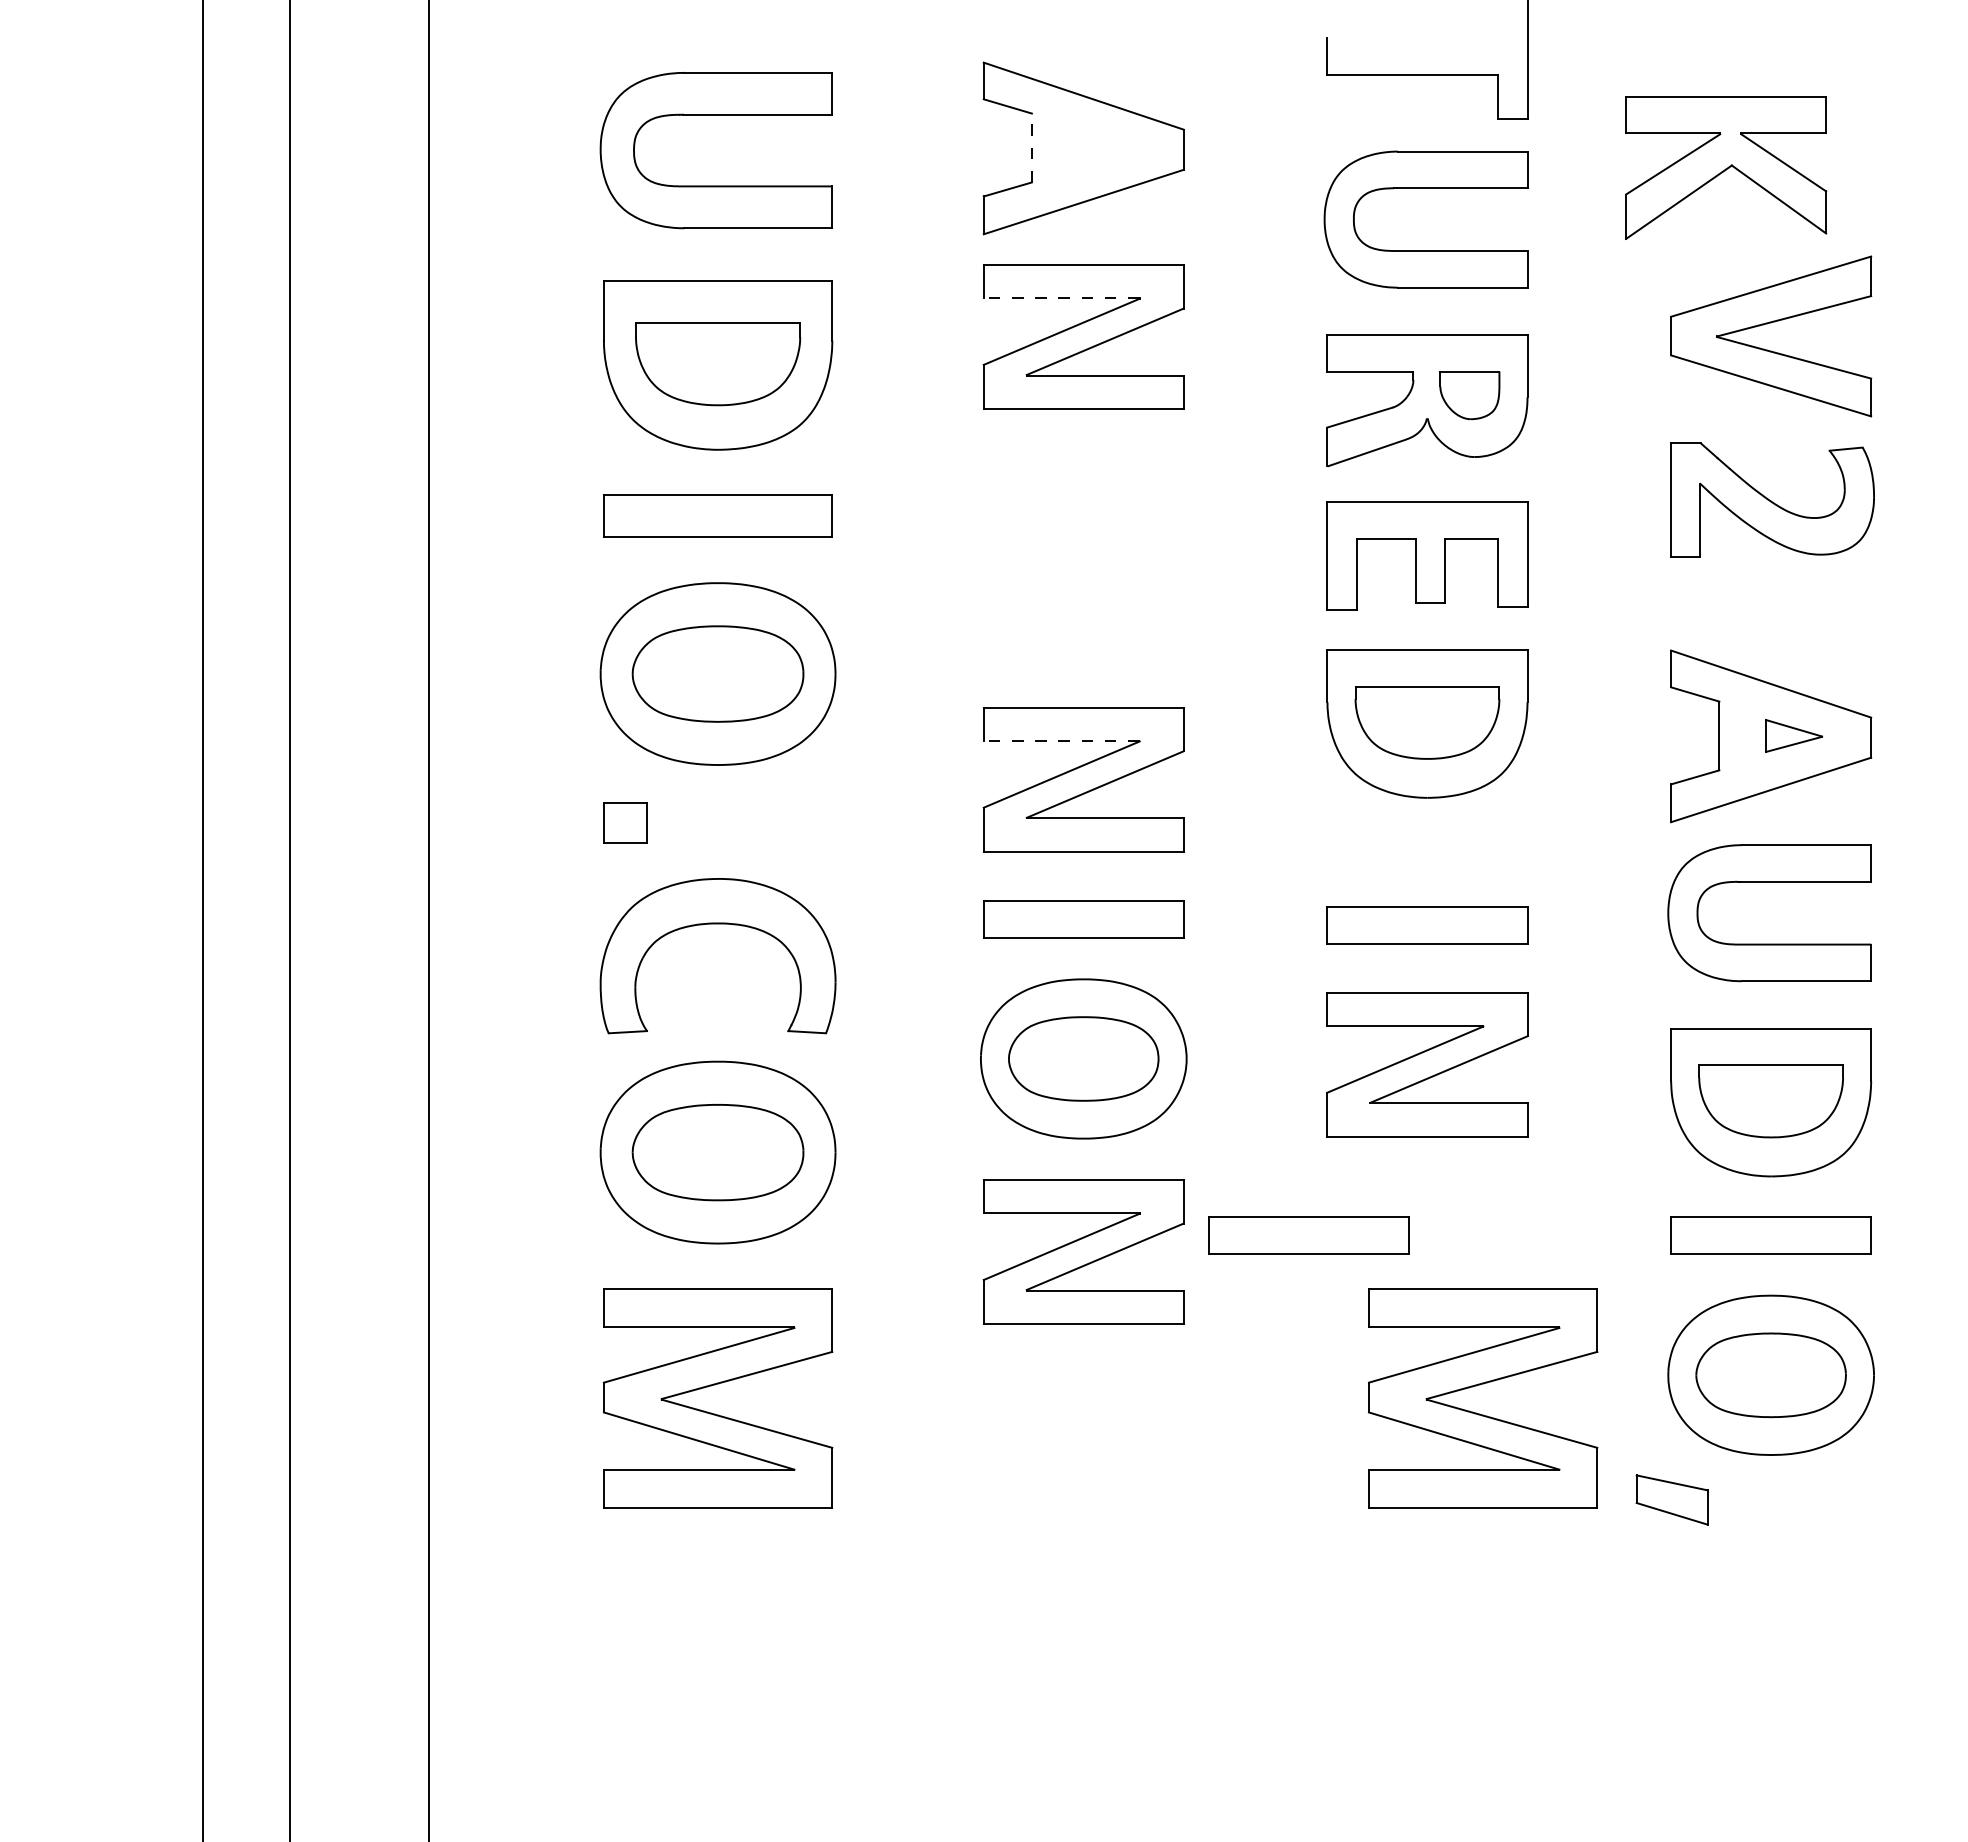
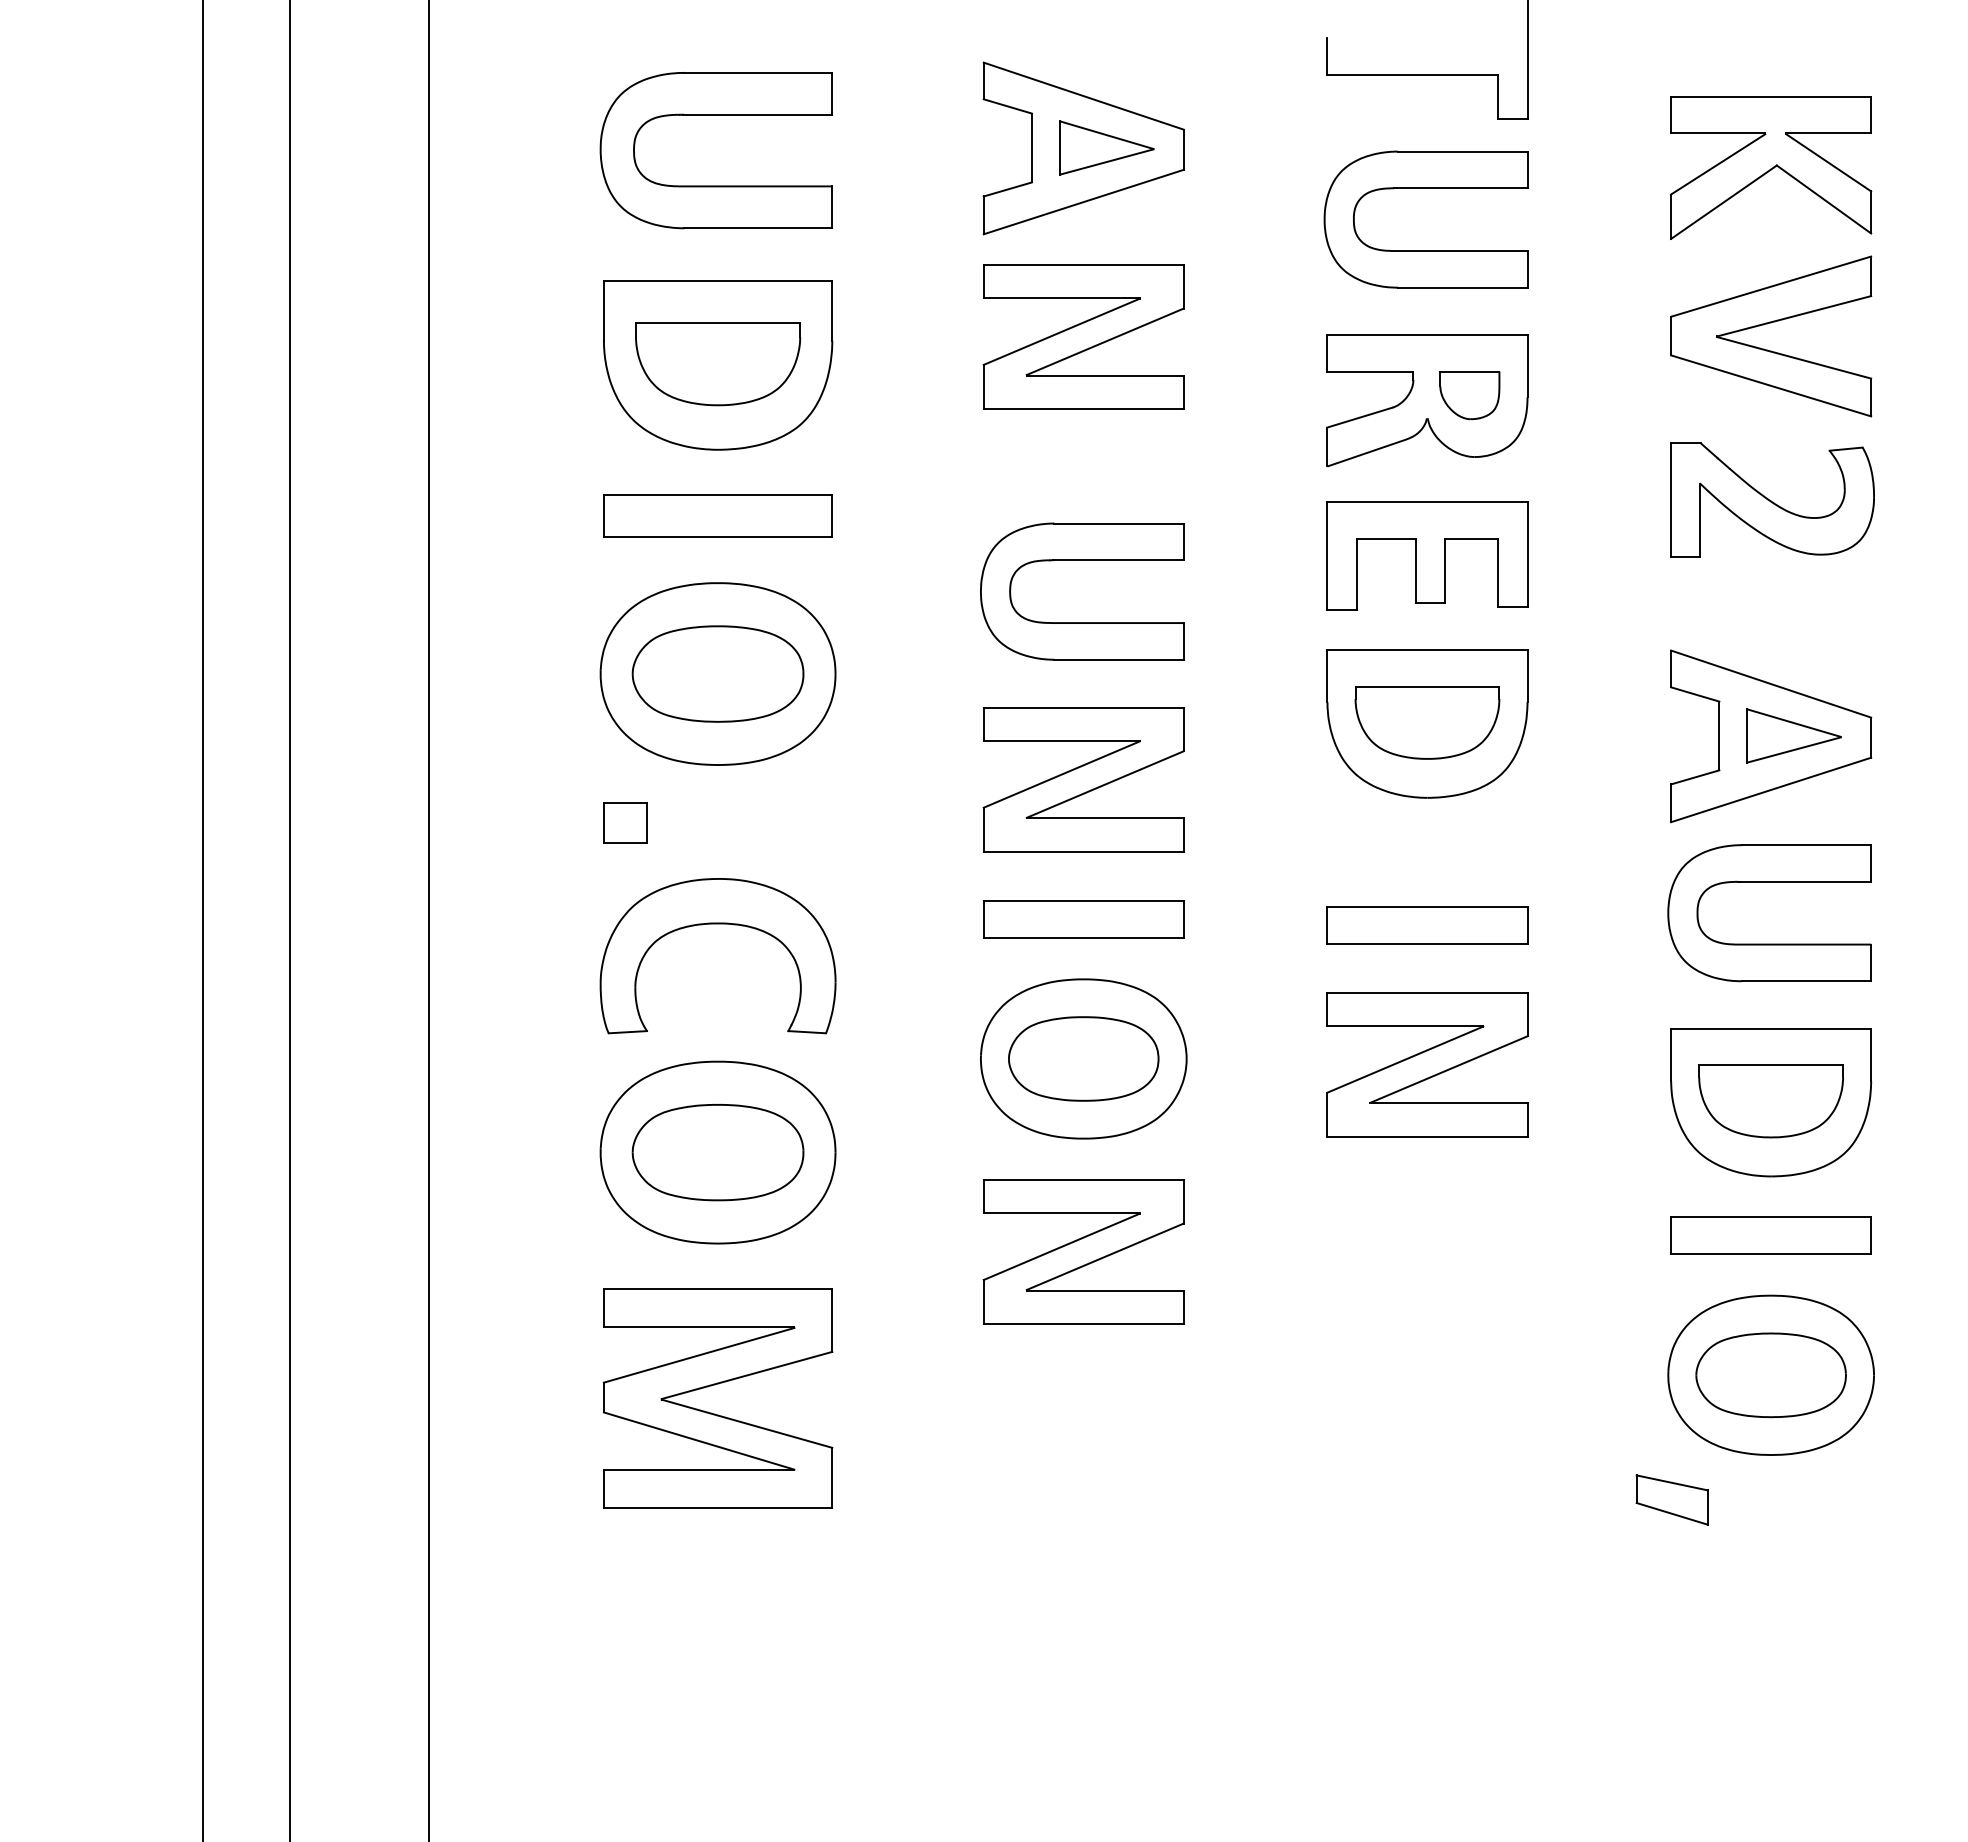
line at (1031, 147): dashed -> solid
part at (1106, 147): none -> present
part at (1726, 167) position: (1726, 167) -> (1771, 167)
line at (1061, 298): dashed -> solid
part at (1082, 560): none -> present
part at (1793, 735) size: 58x34 px -> 96x56 px
line at (1061, 741): dashed -> solid
part at (1308, 1235): present -> none
part at (1480, 1385): present -> none
